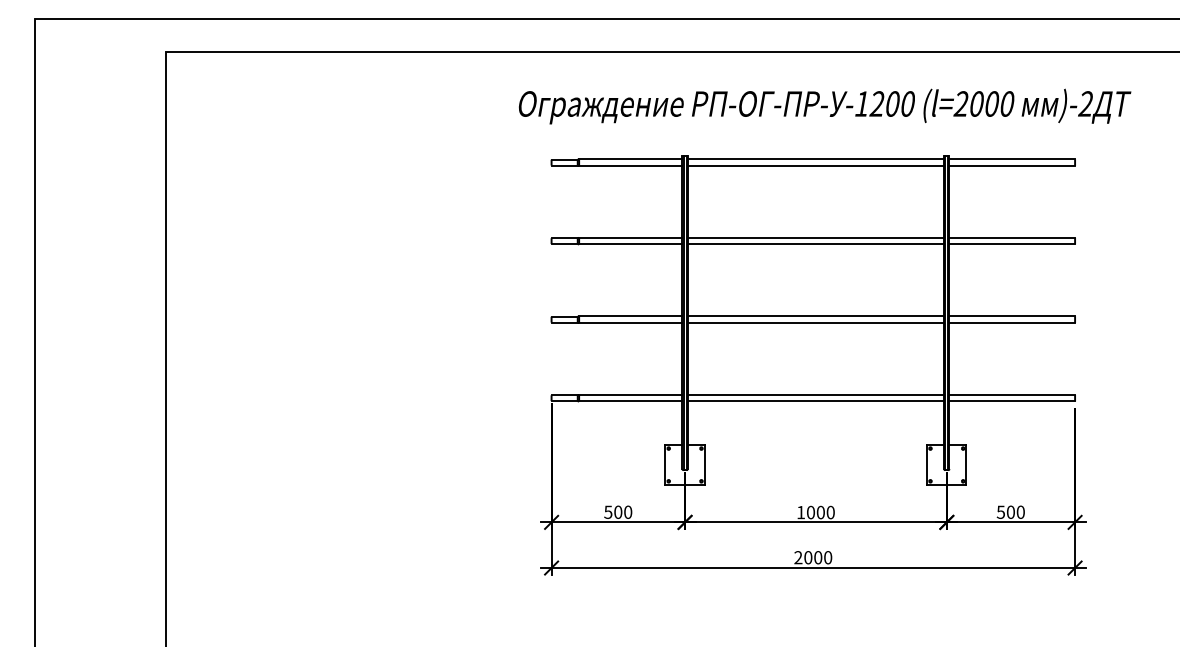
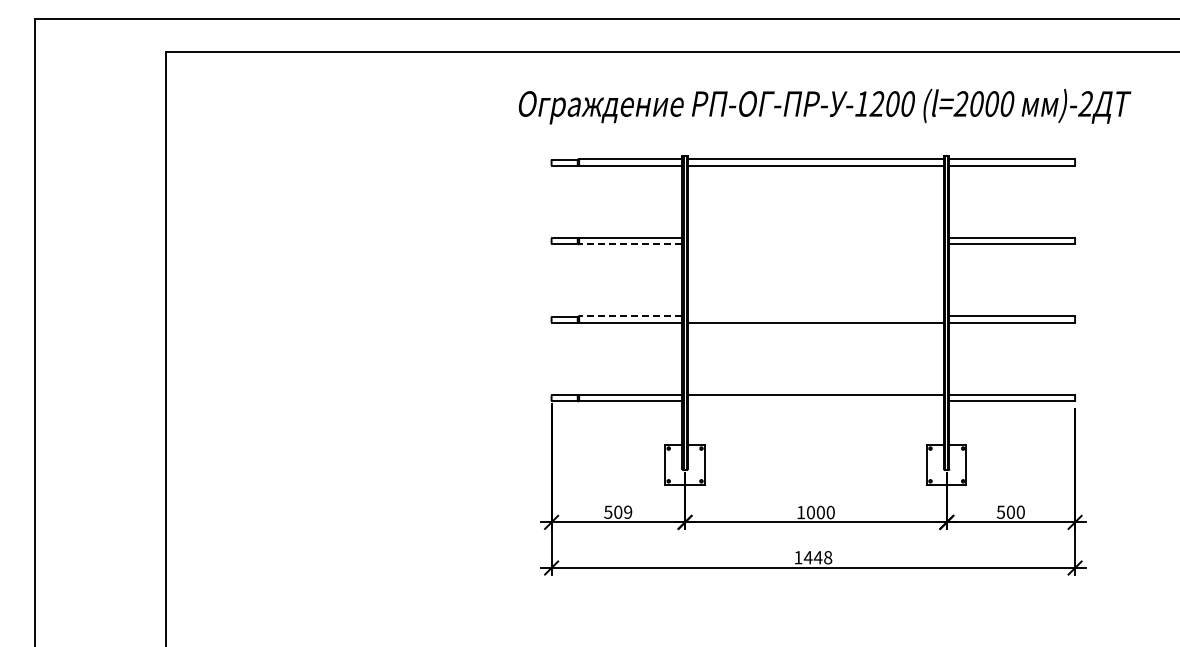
line at (815, 237): present -> none
line at (630, 244): solid -> dashed
line at (815, 244): present -> none
line at (630, 316): solid -> dashed
line at (815, 316): present -> none
line at (815, 401): present -> none
text at (628, 511): 500 -> 509
text at (813, 557): 2000 -> 1448
